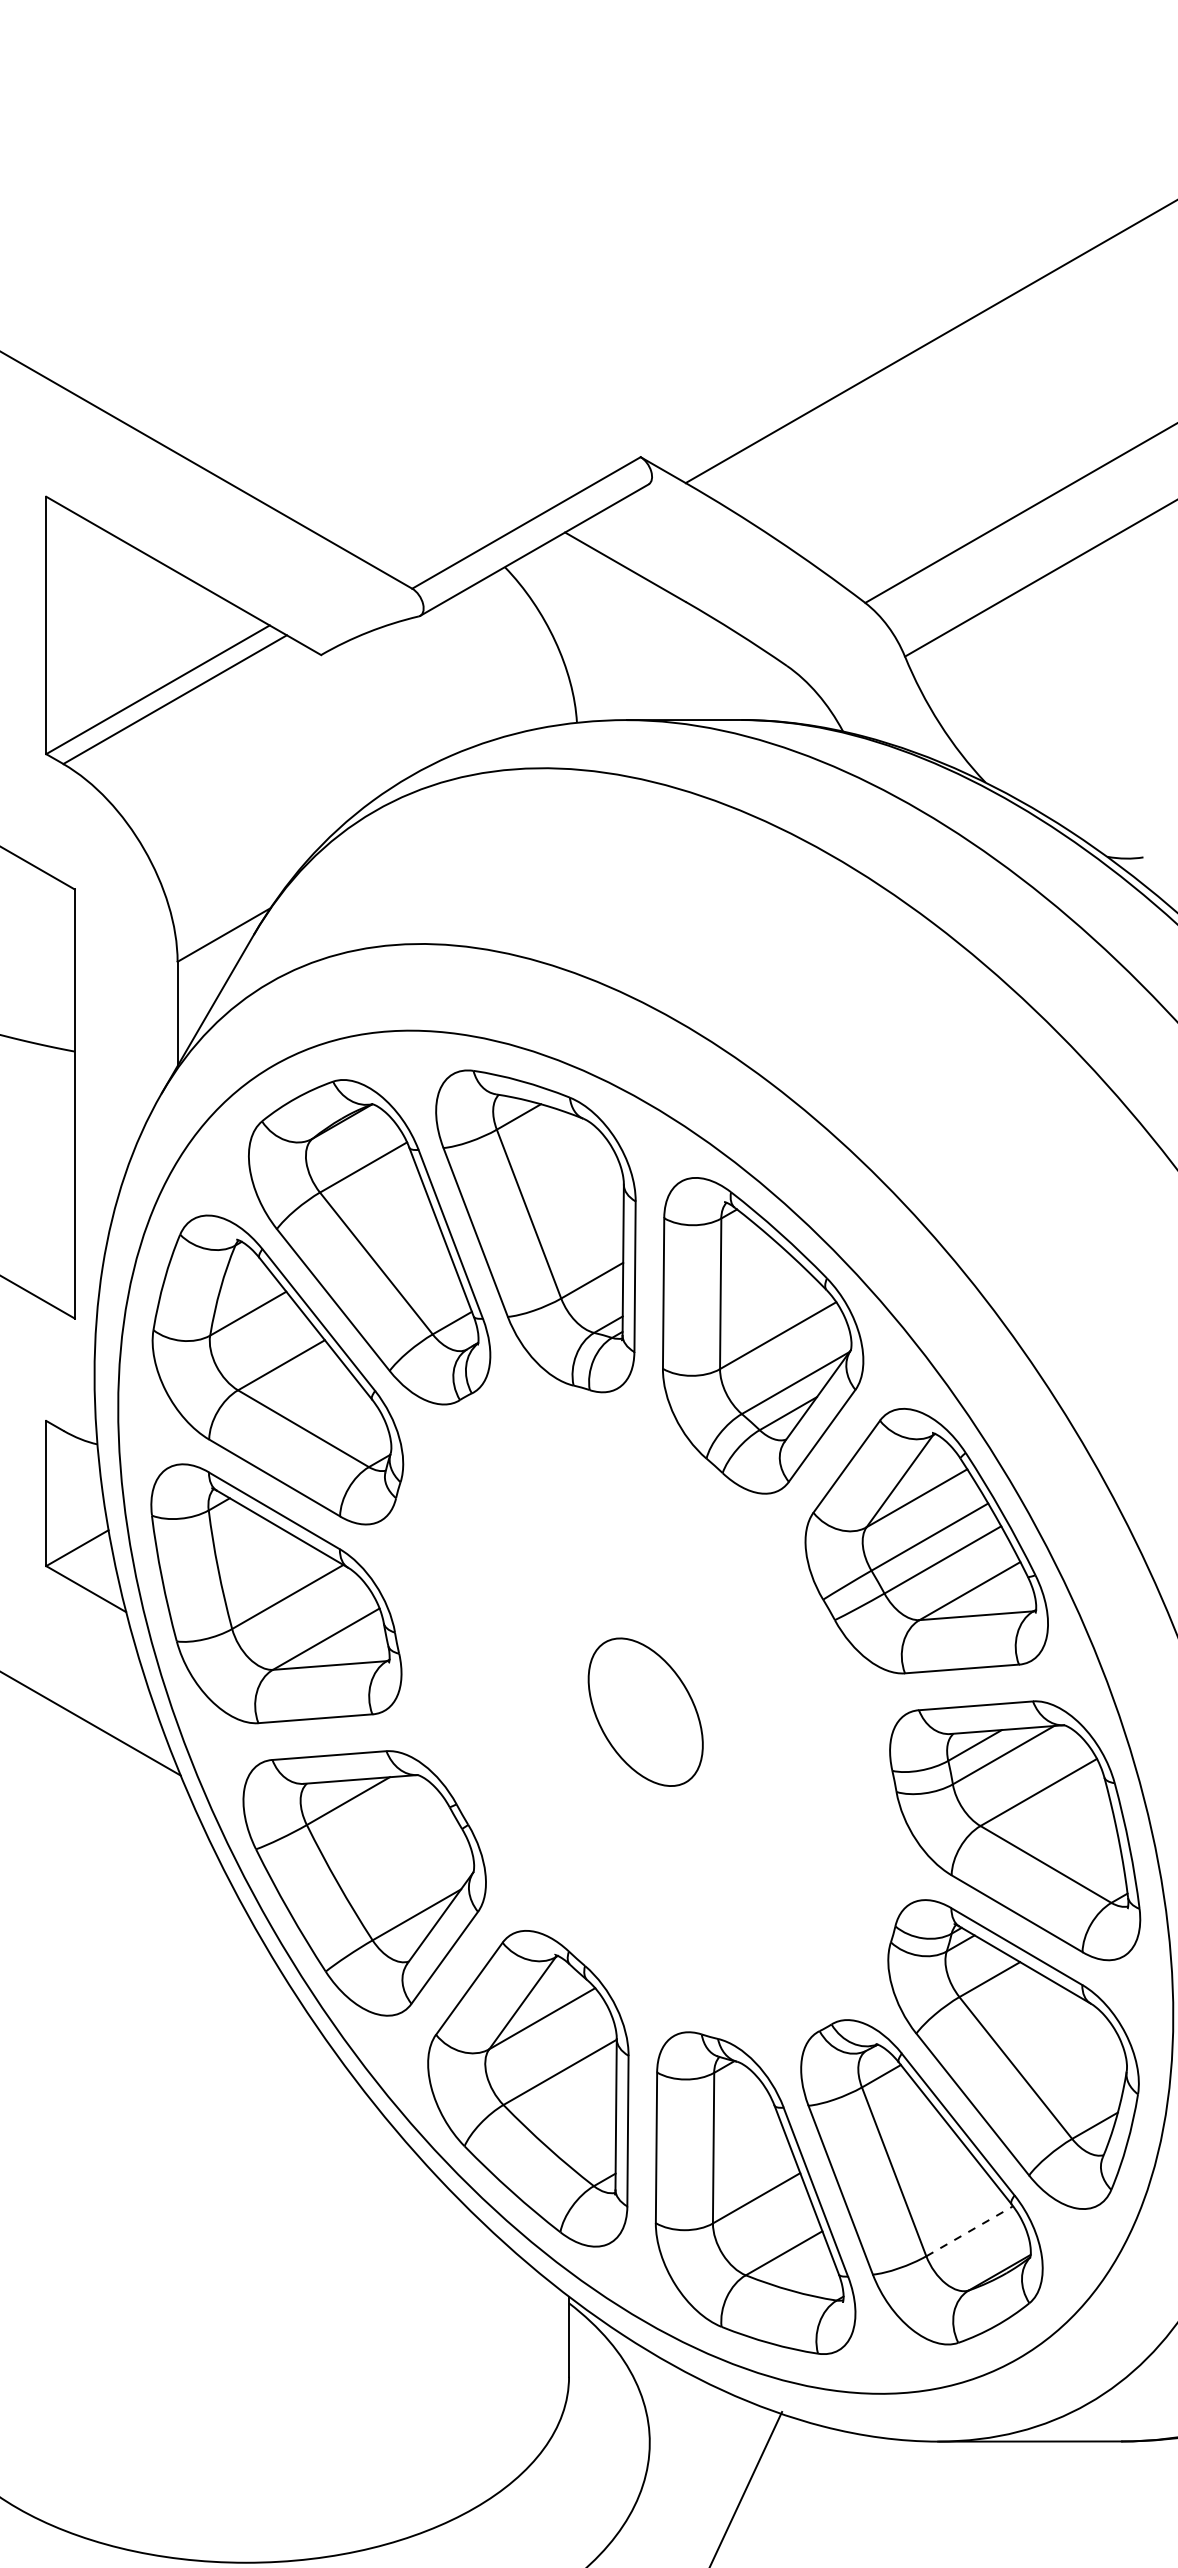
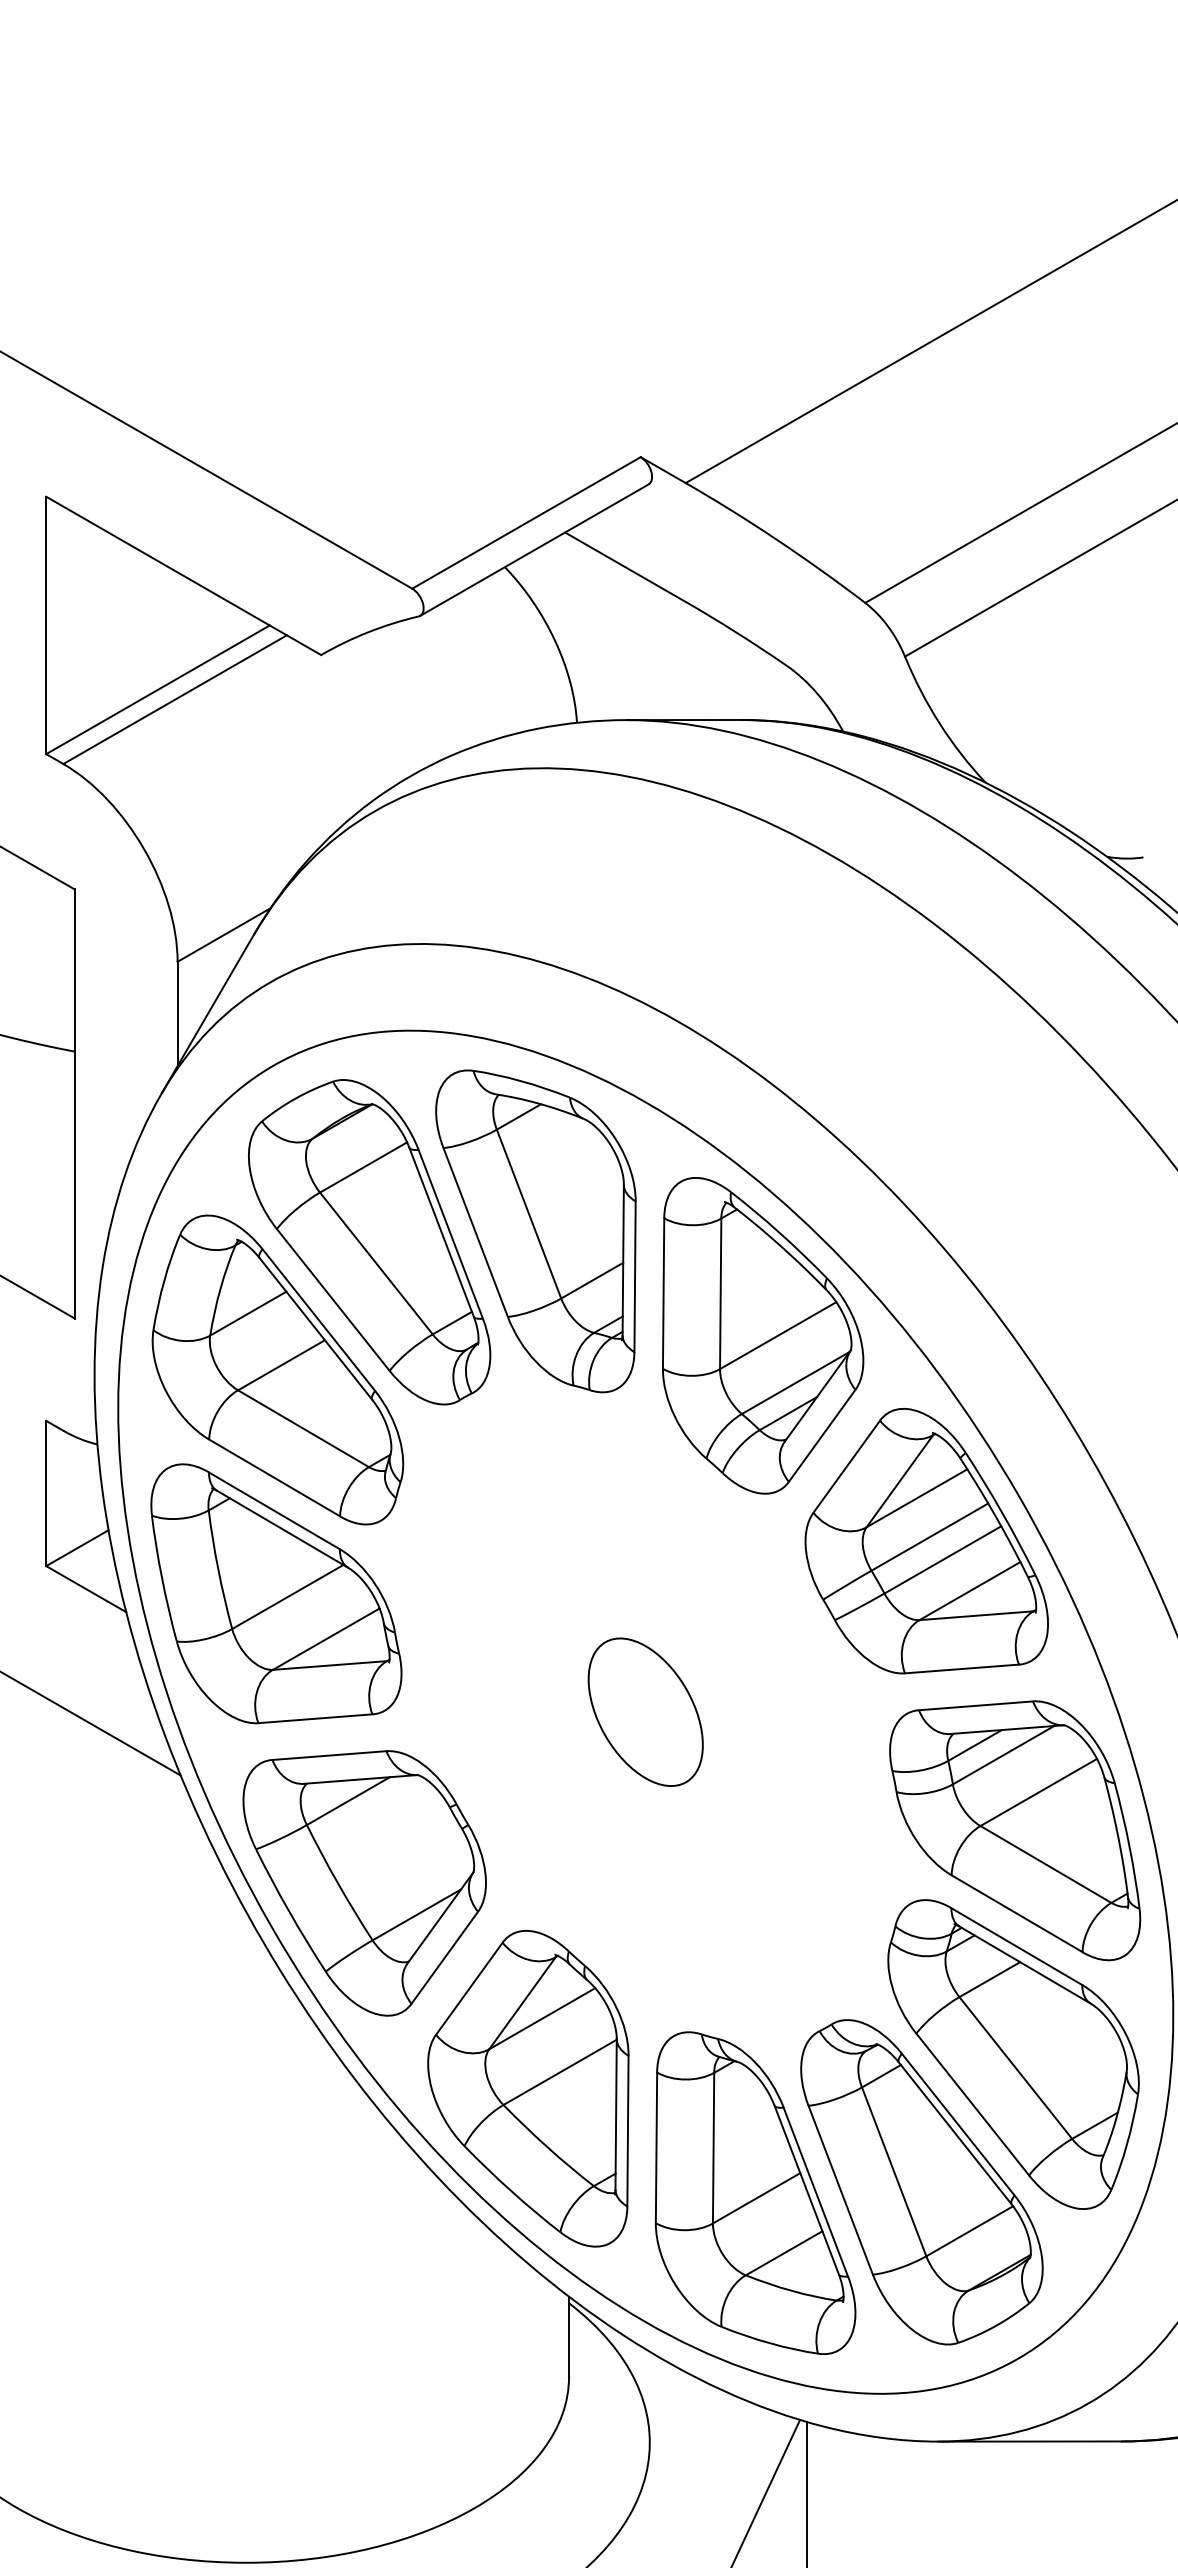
line at (970, 2231): dashed -> solid
line at (746, 2487) position: (746, 2487) -> (766, 2491)
line at (807, 2493): none -> present
